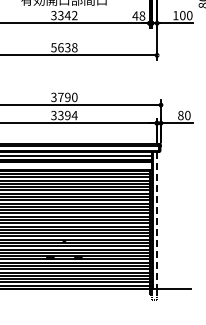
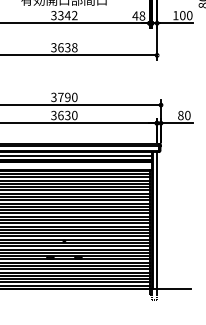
text at (53, 46): 5638 -> 3638
text at (67, 115): 3394 -> 3630
line at (157, 220): dashed -> solid
